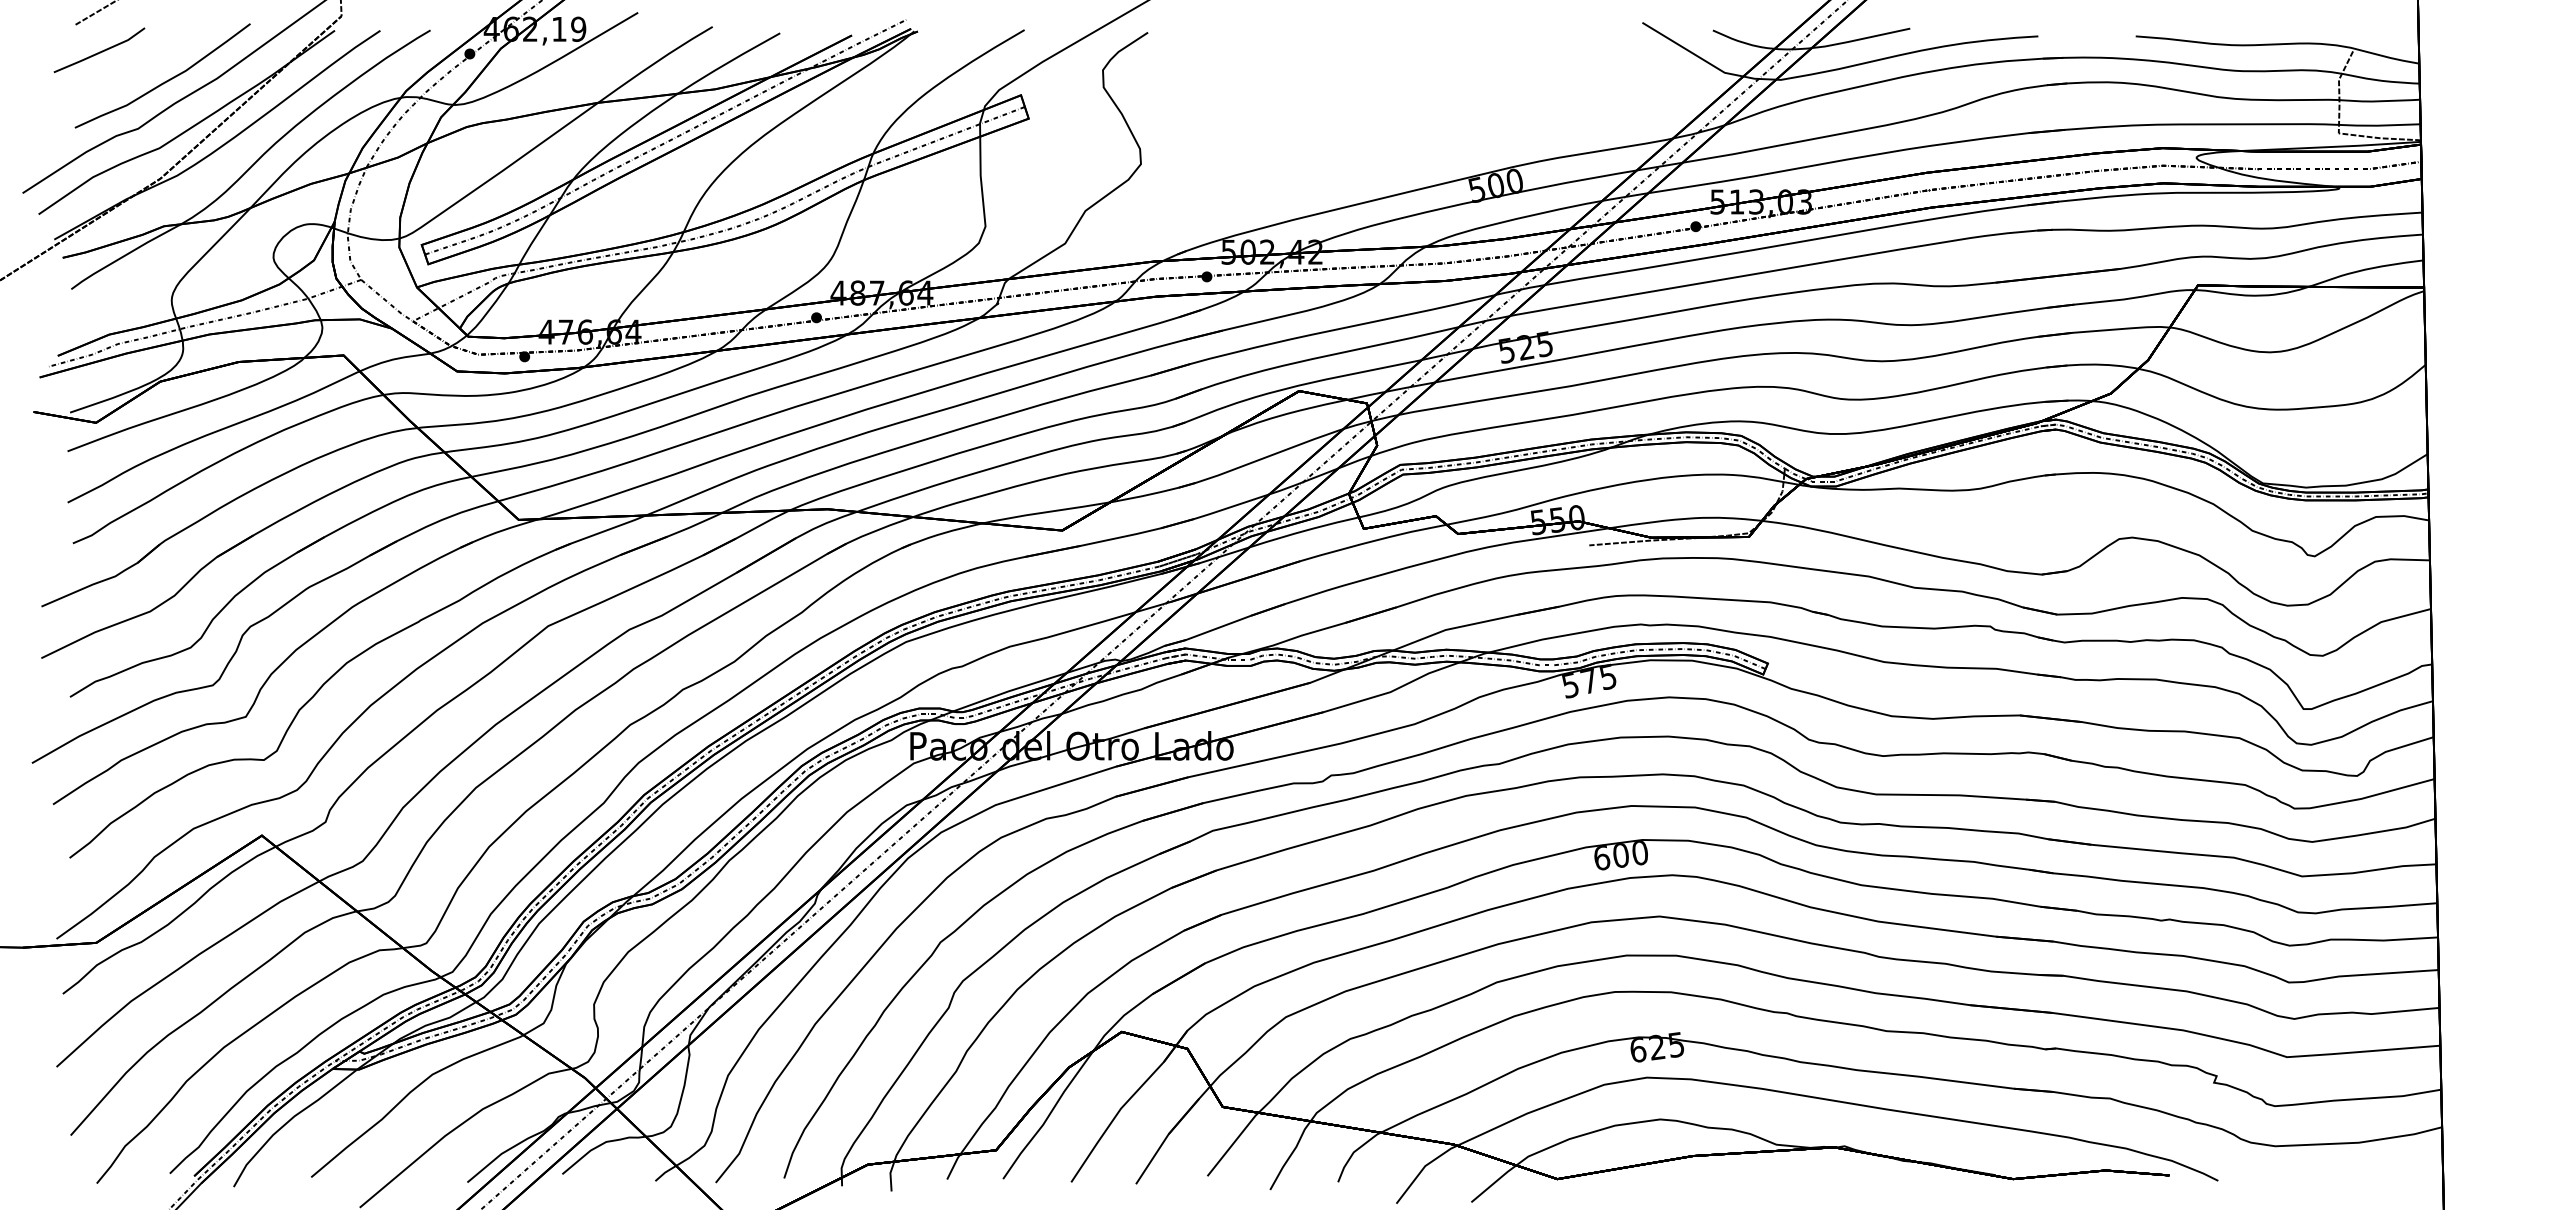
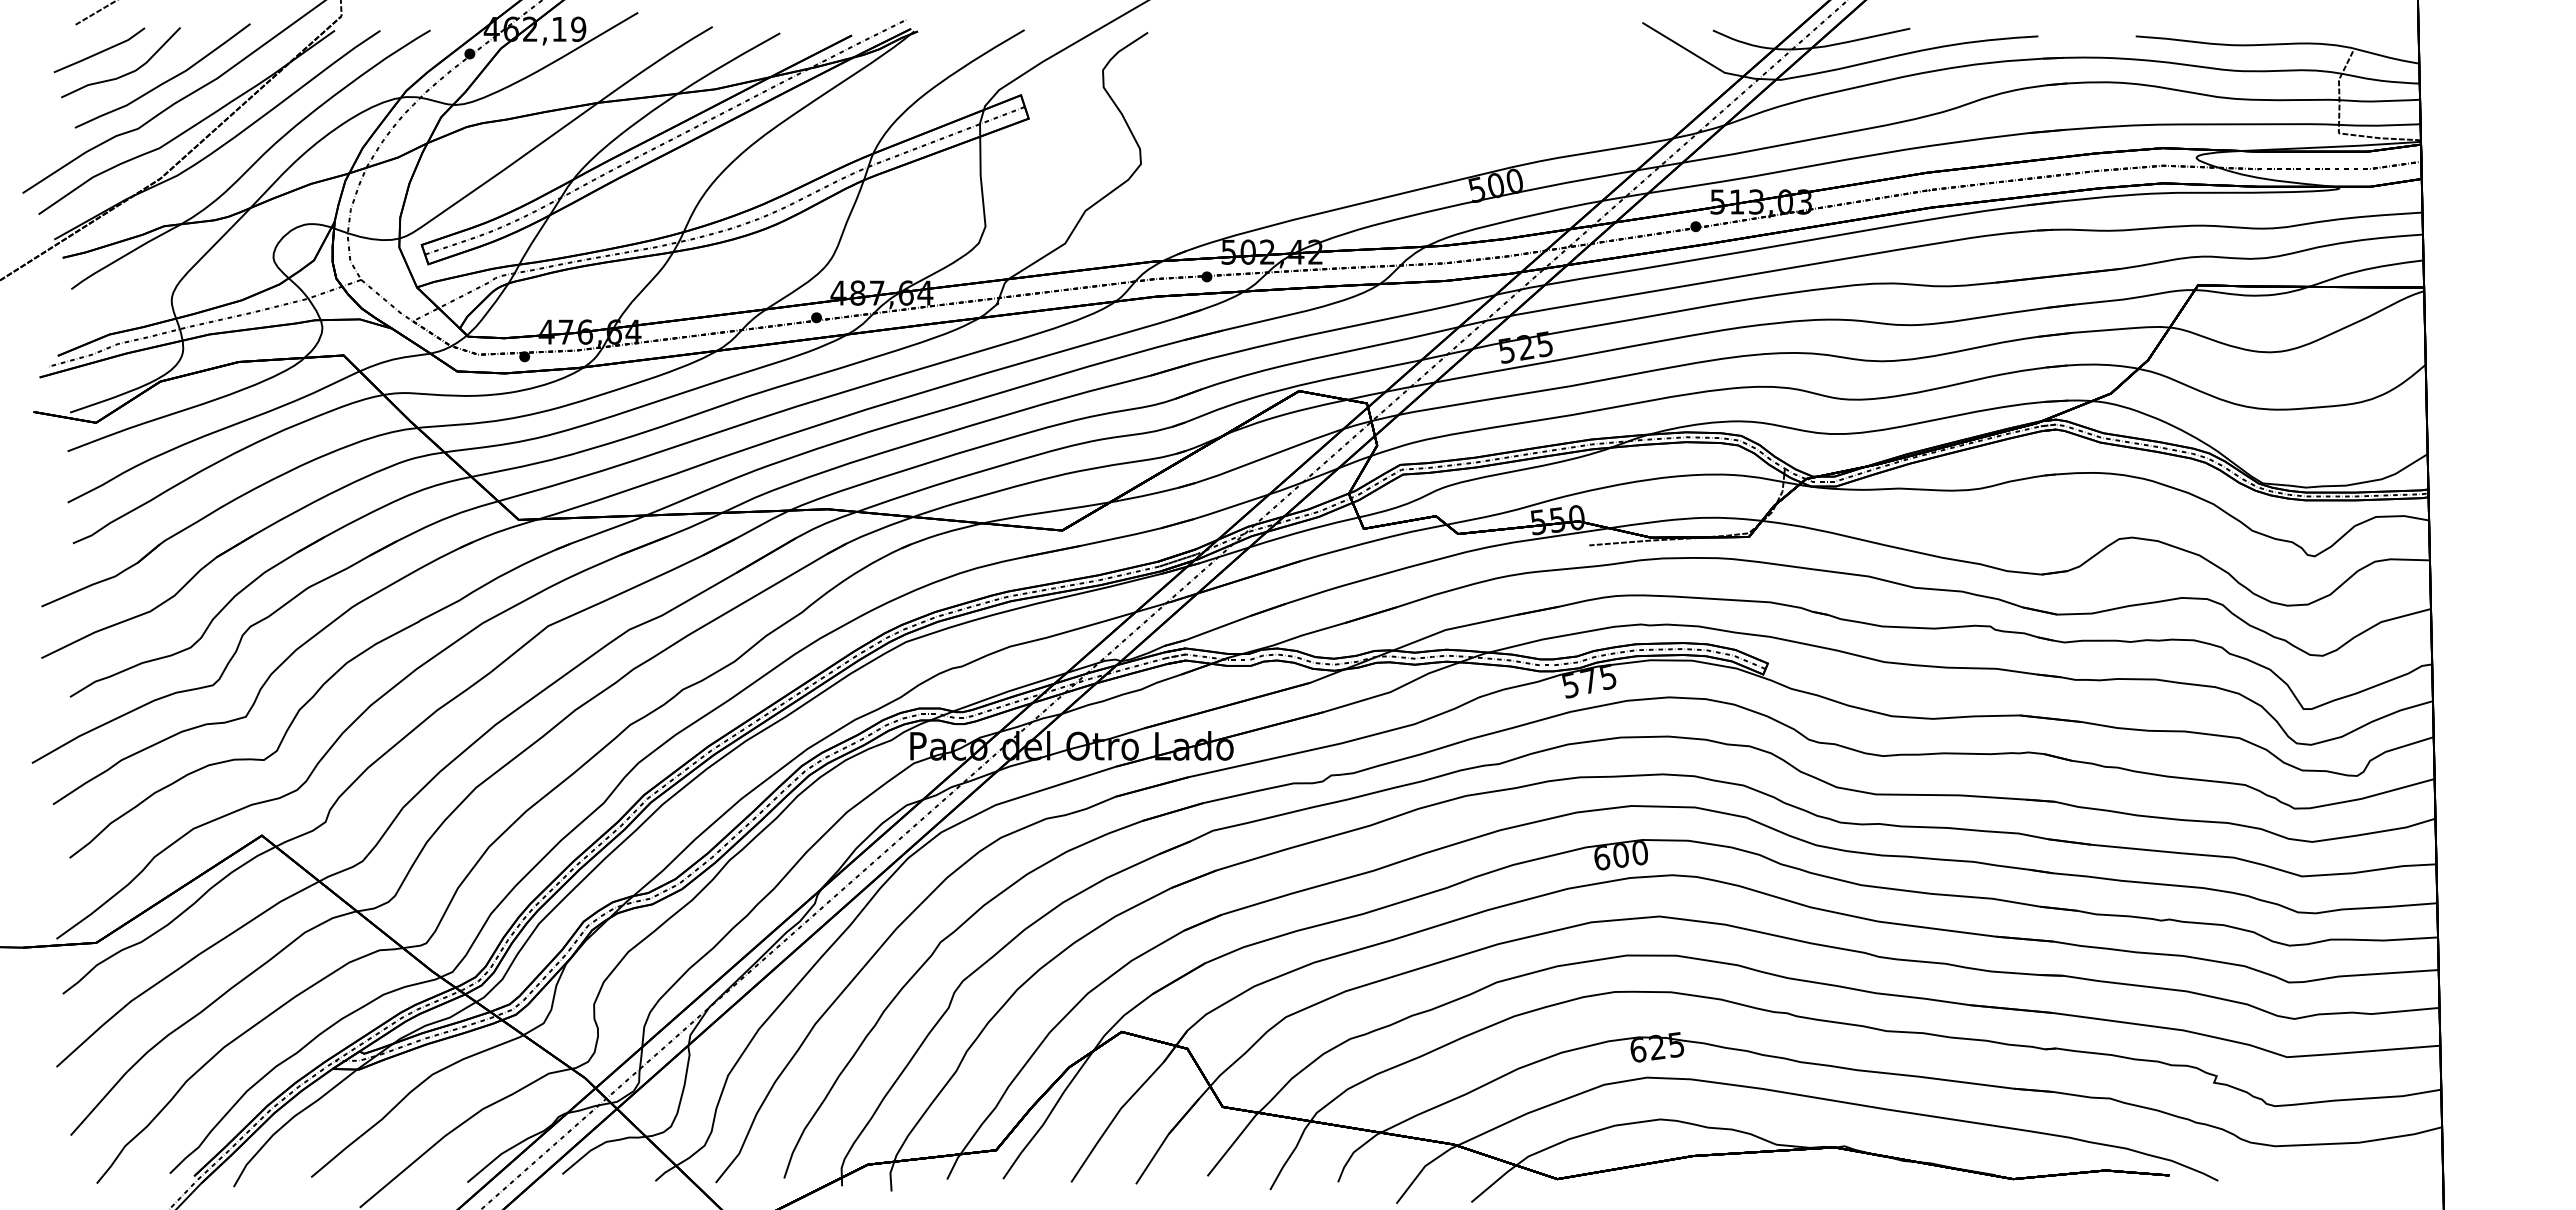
curve at (123, 74): none -> present
